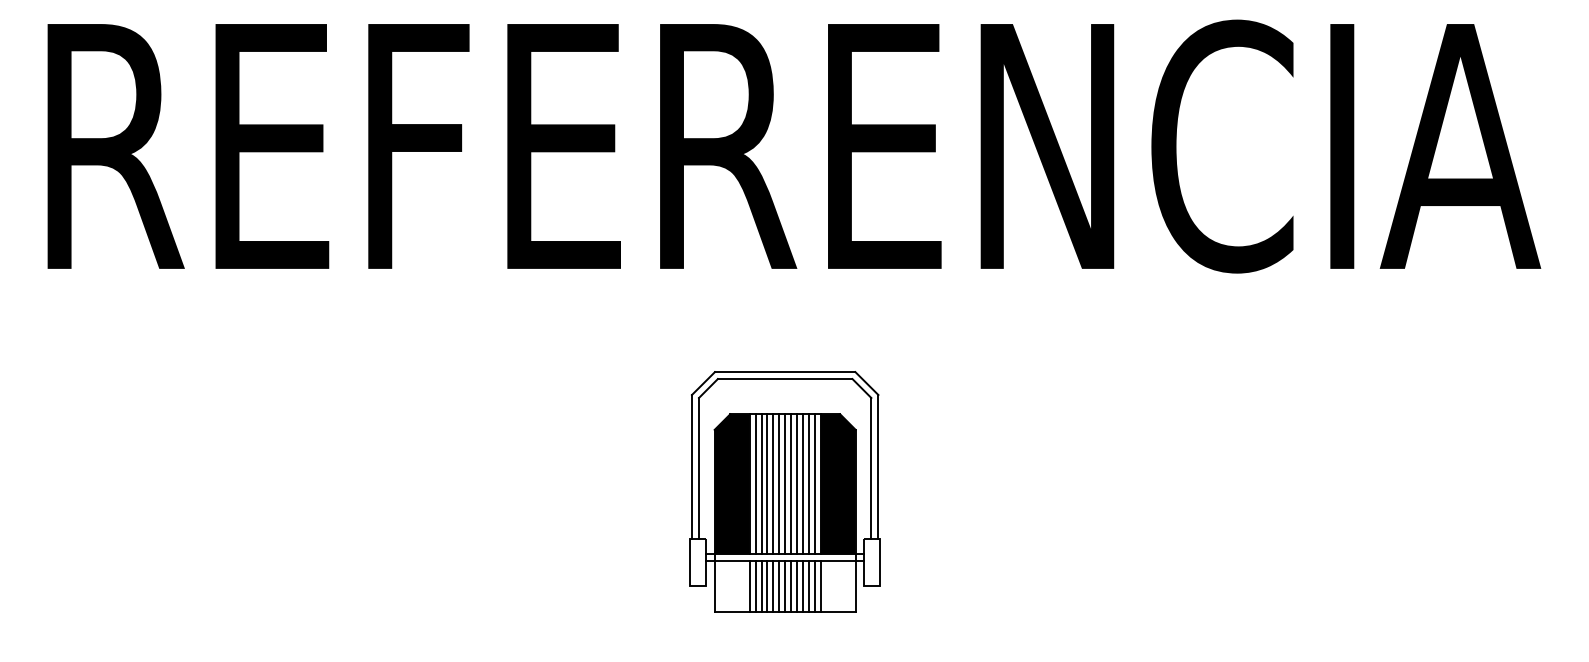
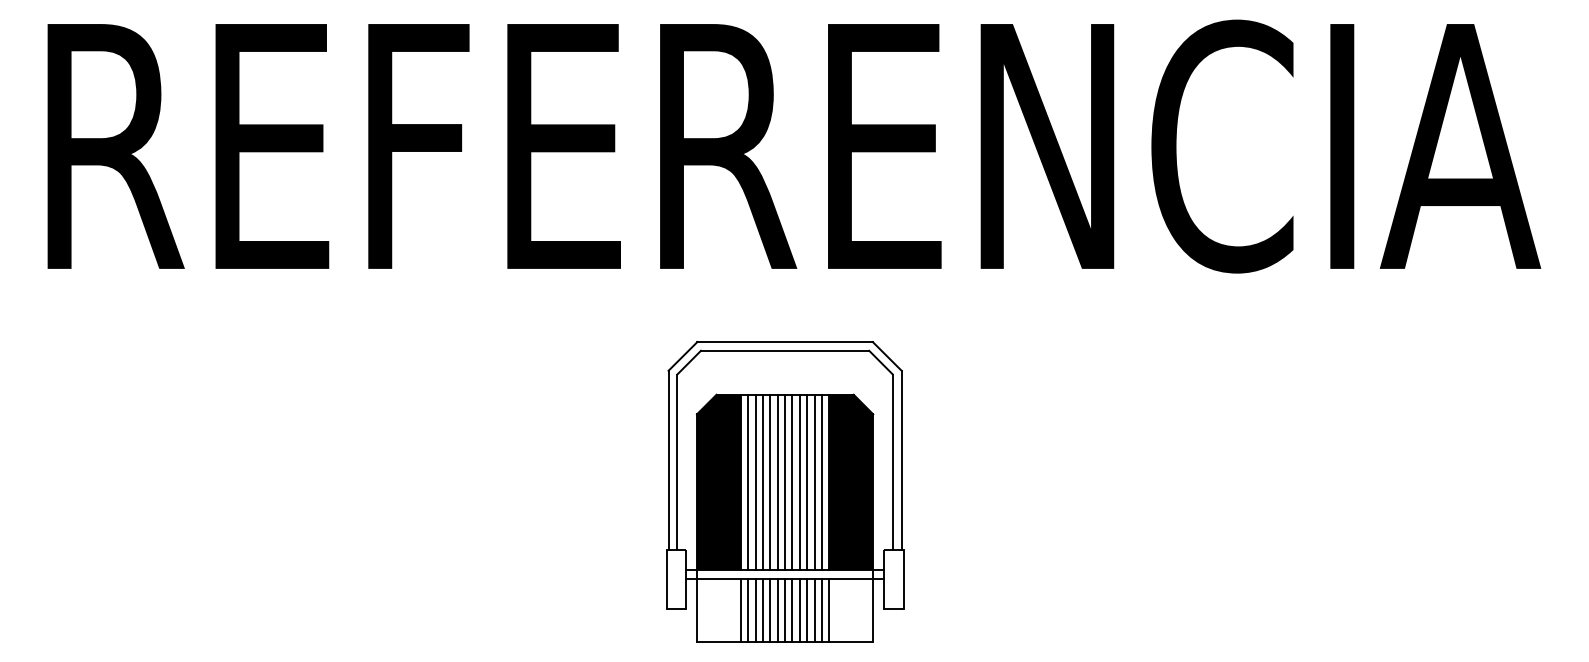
part at (784, 491) size: 192x242 px -> 239x302 px
